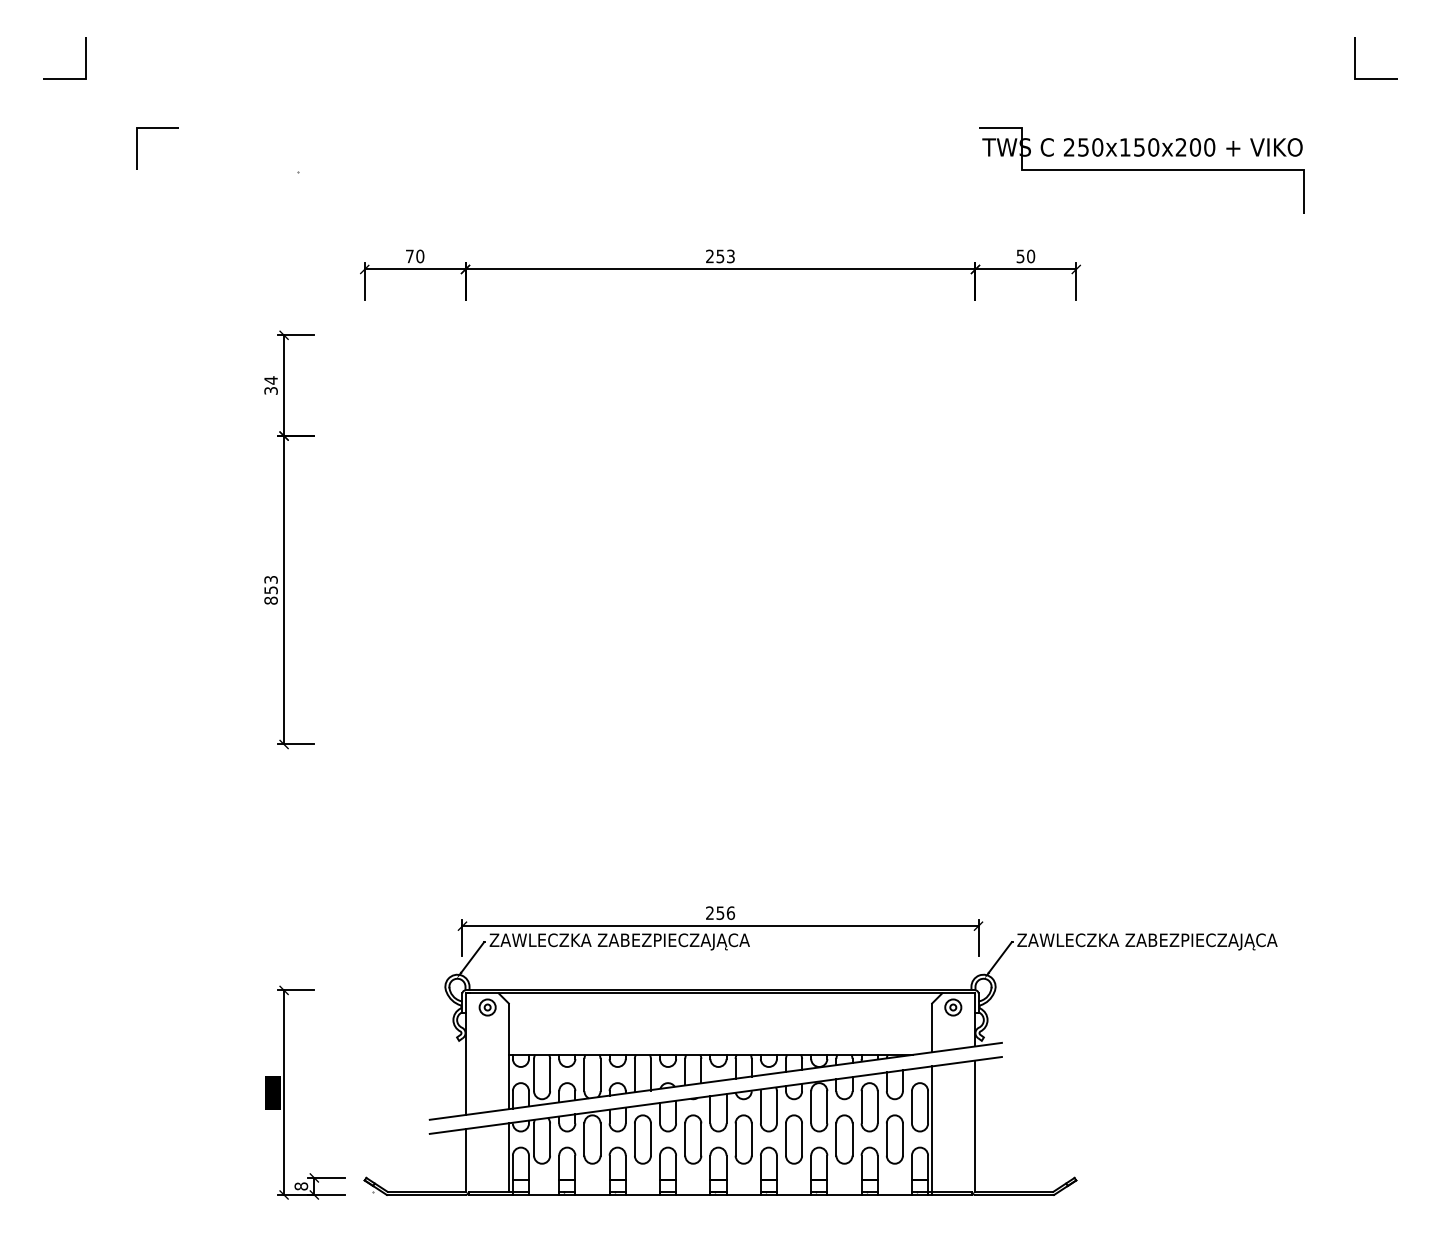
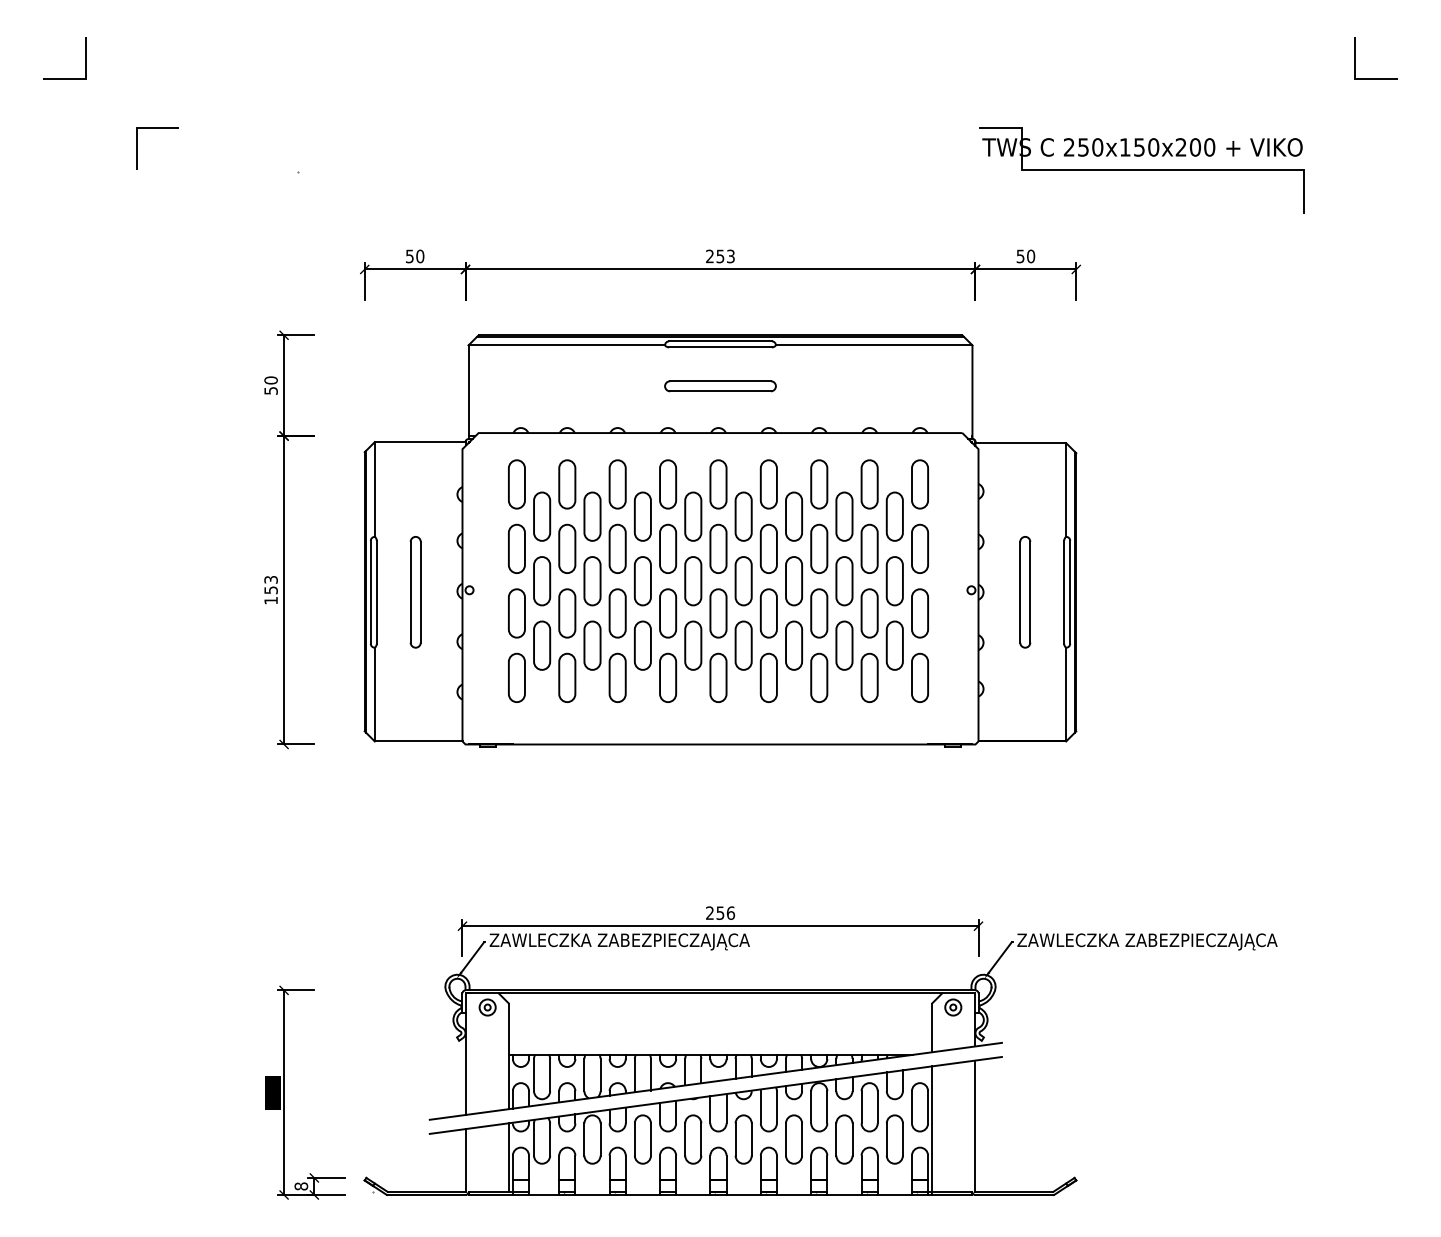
text at (409, 256): 70 -> 50
text at (270, 385): 34 -> 50
part at (720, 540): none -> present
text at (270, 600): 853 -> 153
